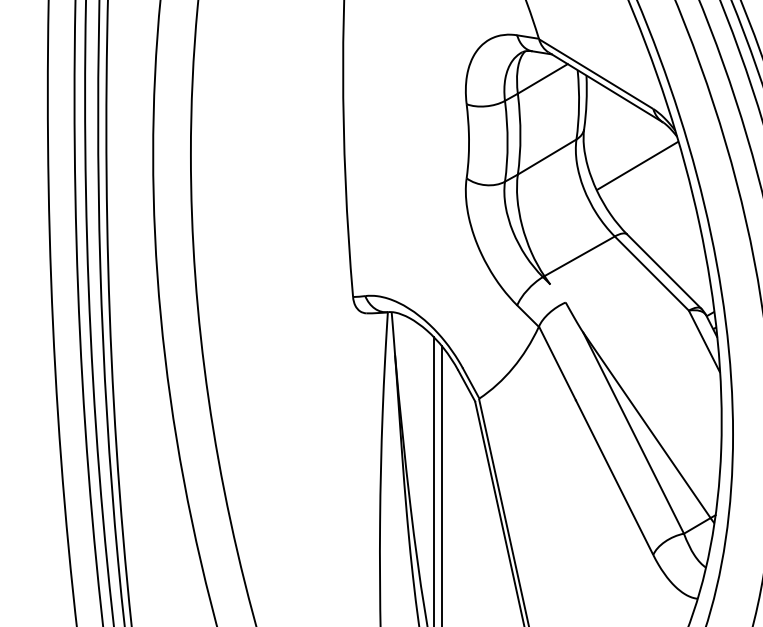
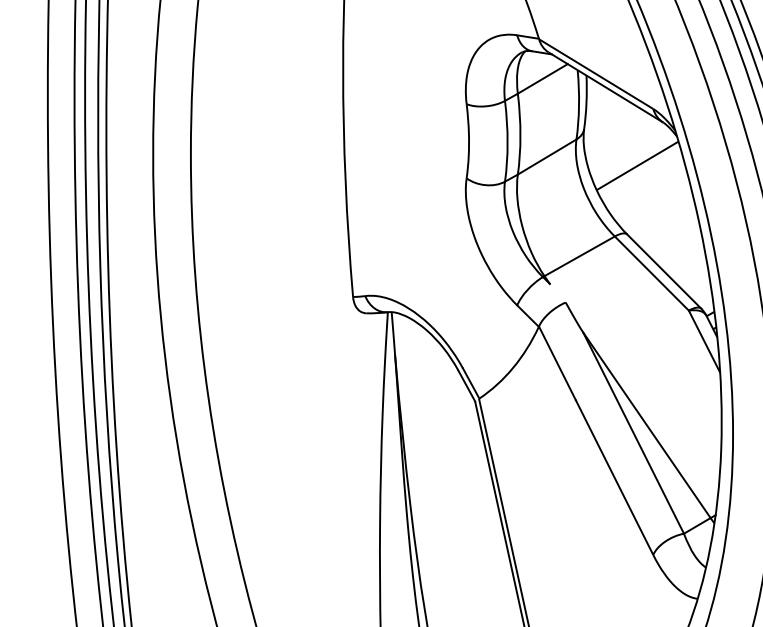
line at (434, 480): present -> none
line at (441, 484): present -> none
